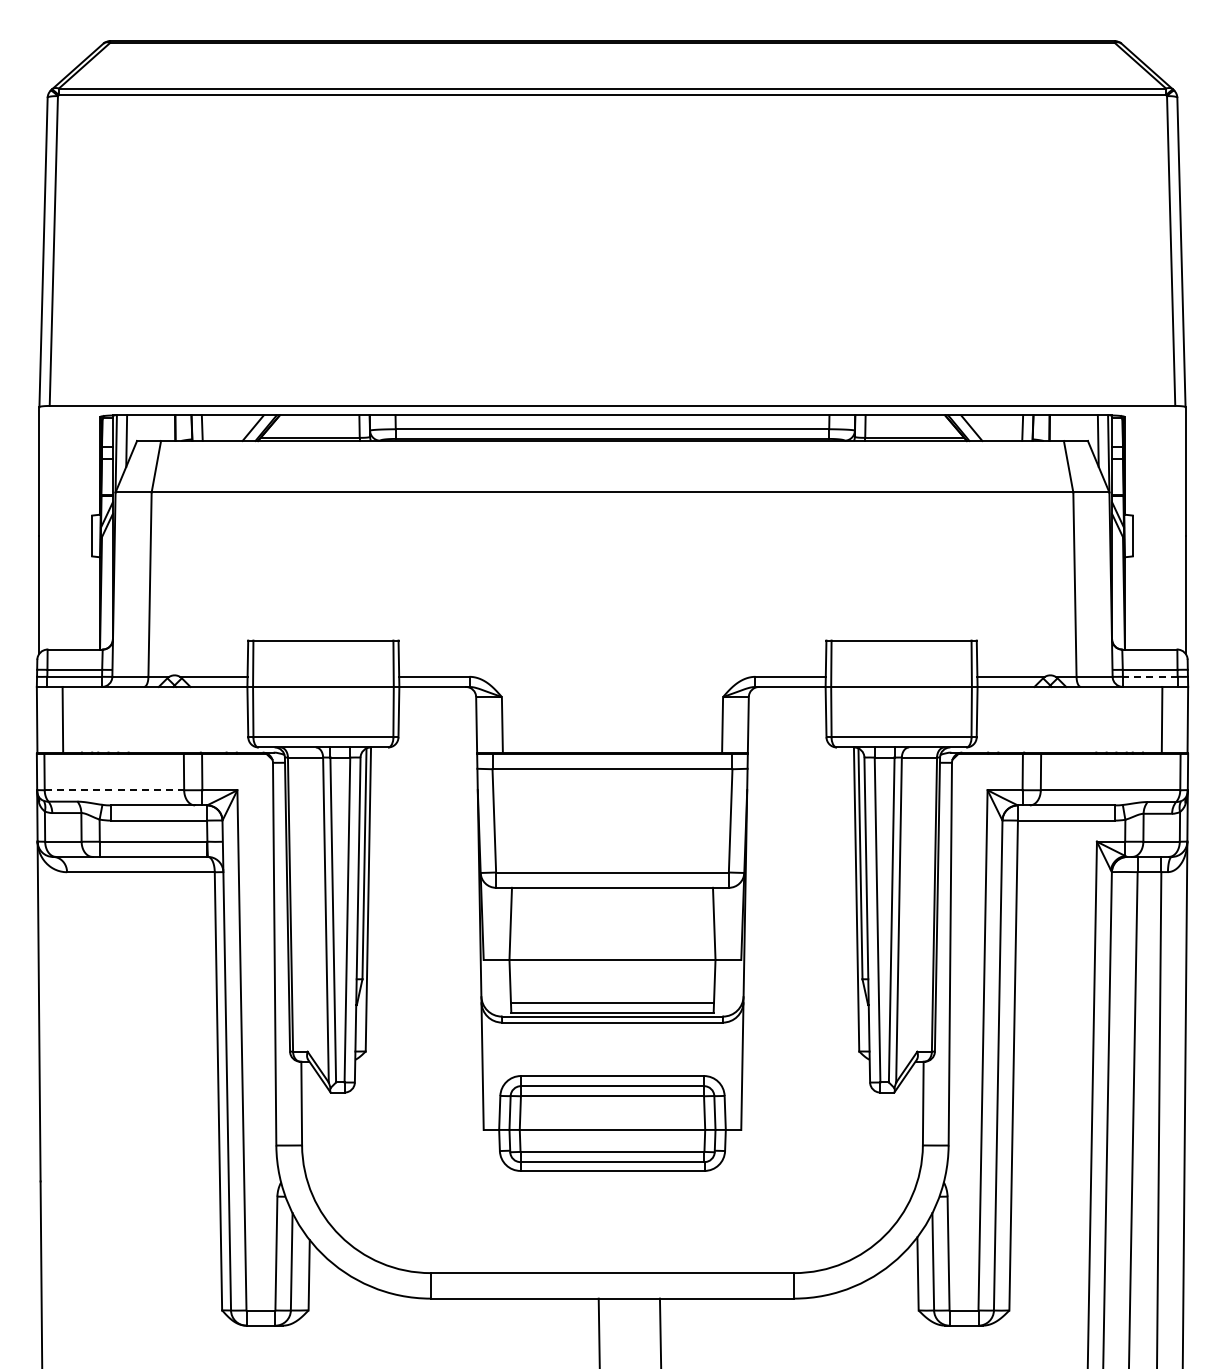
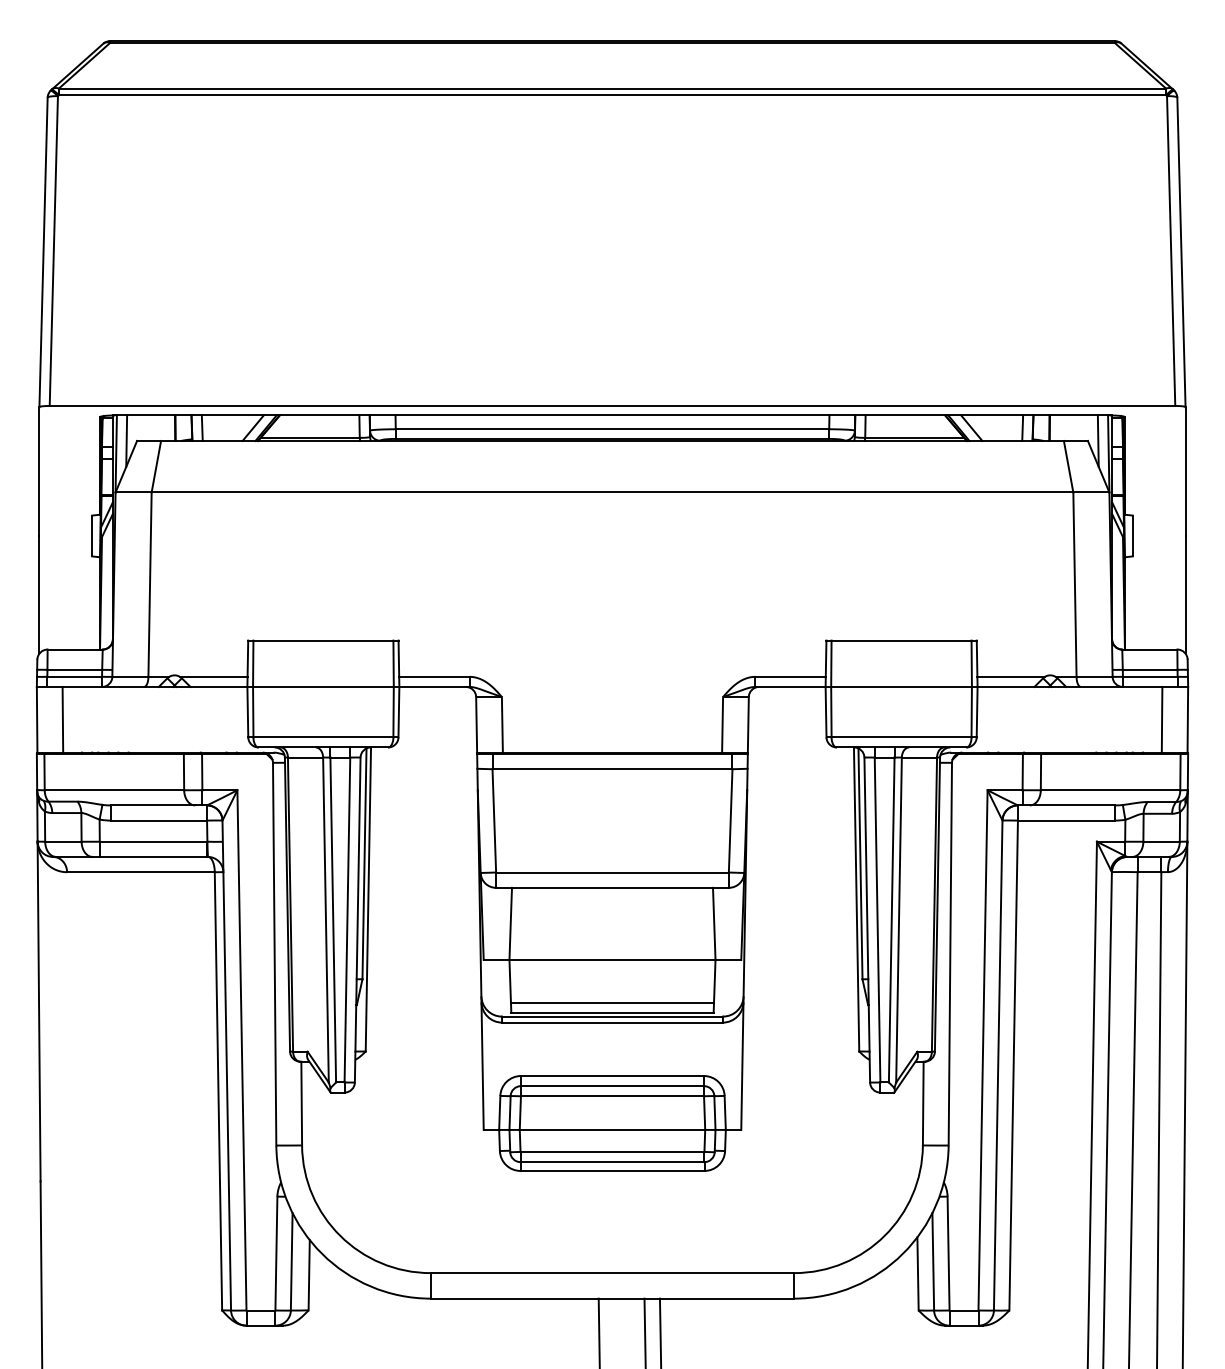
line at (1149, 676): dashed -> solid
line at (114, 790): dashed -> solid
line at (644, 1331): none -> present
